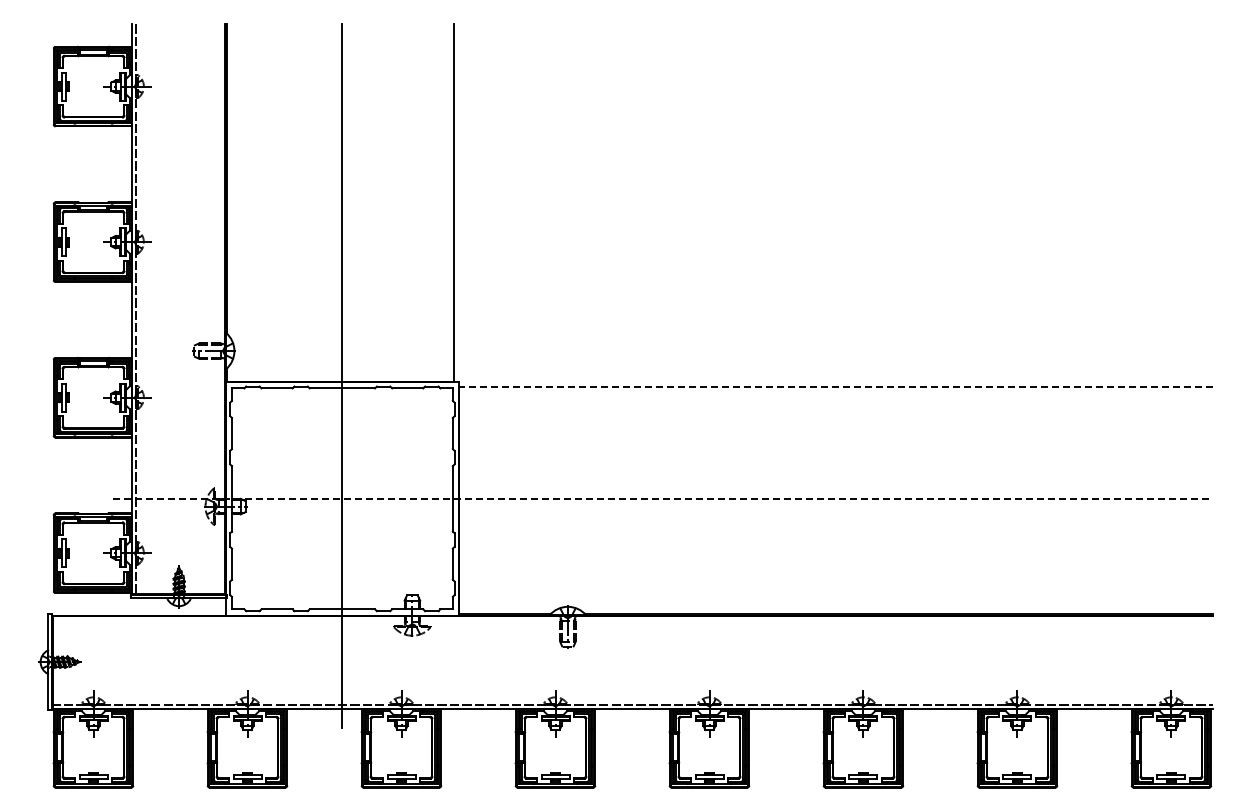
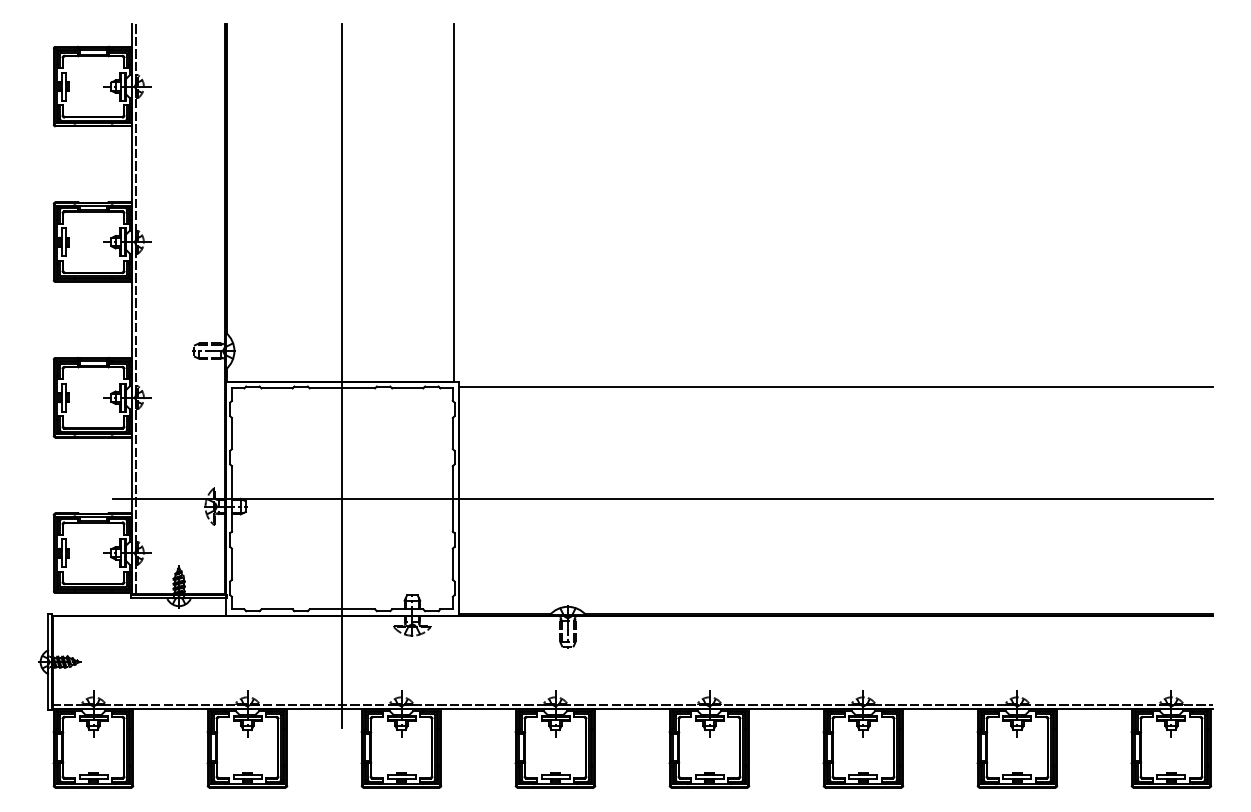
line at (835, 386): dashed -> solid
line at (663, 498): dashed -> solid
